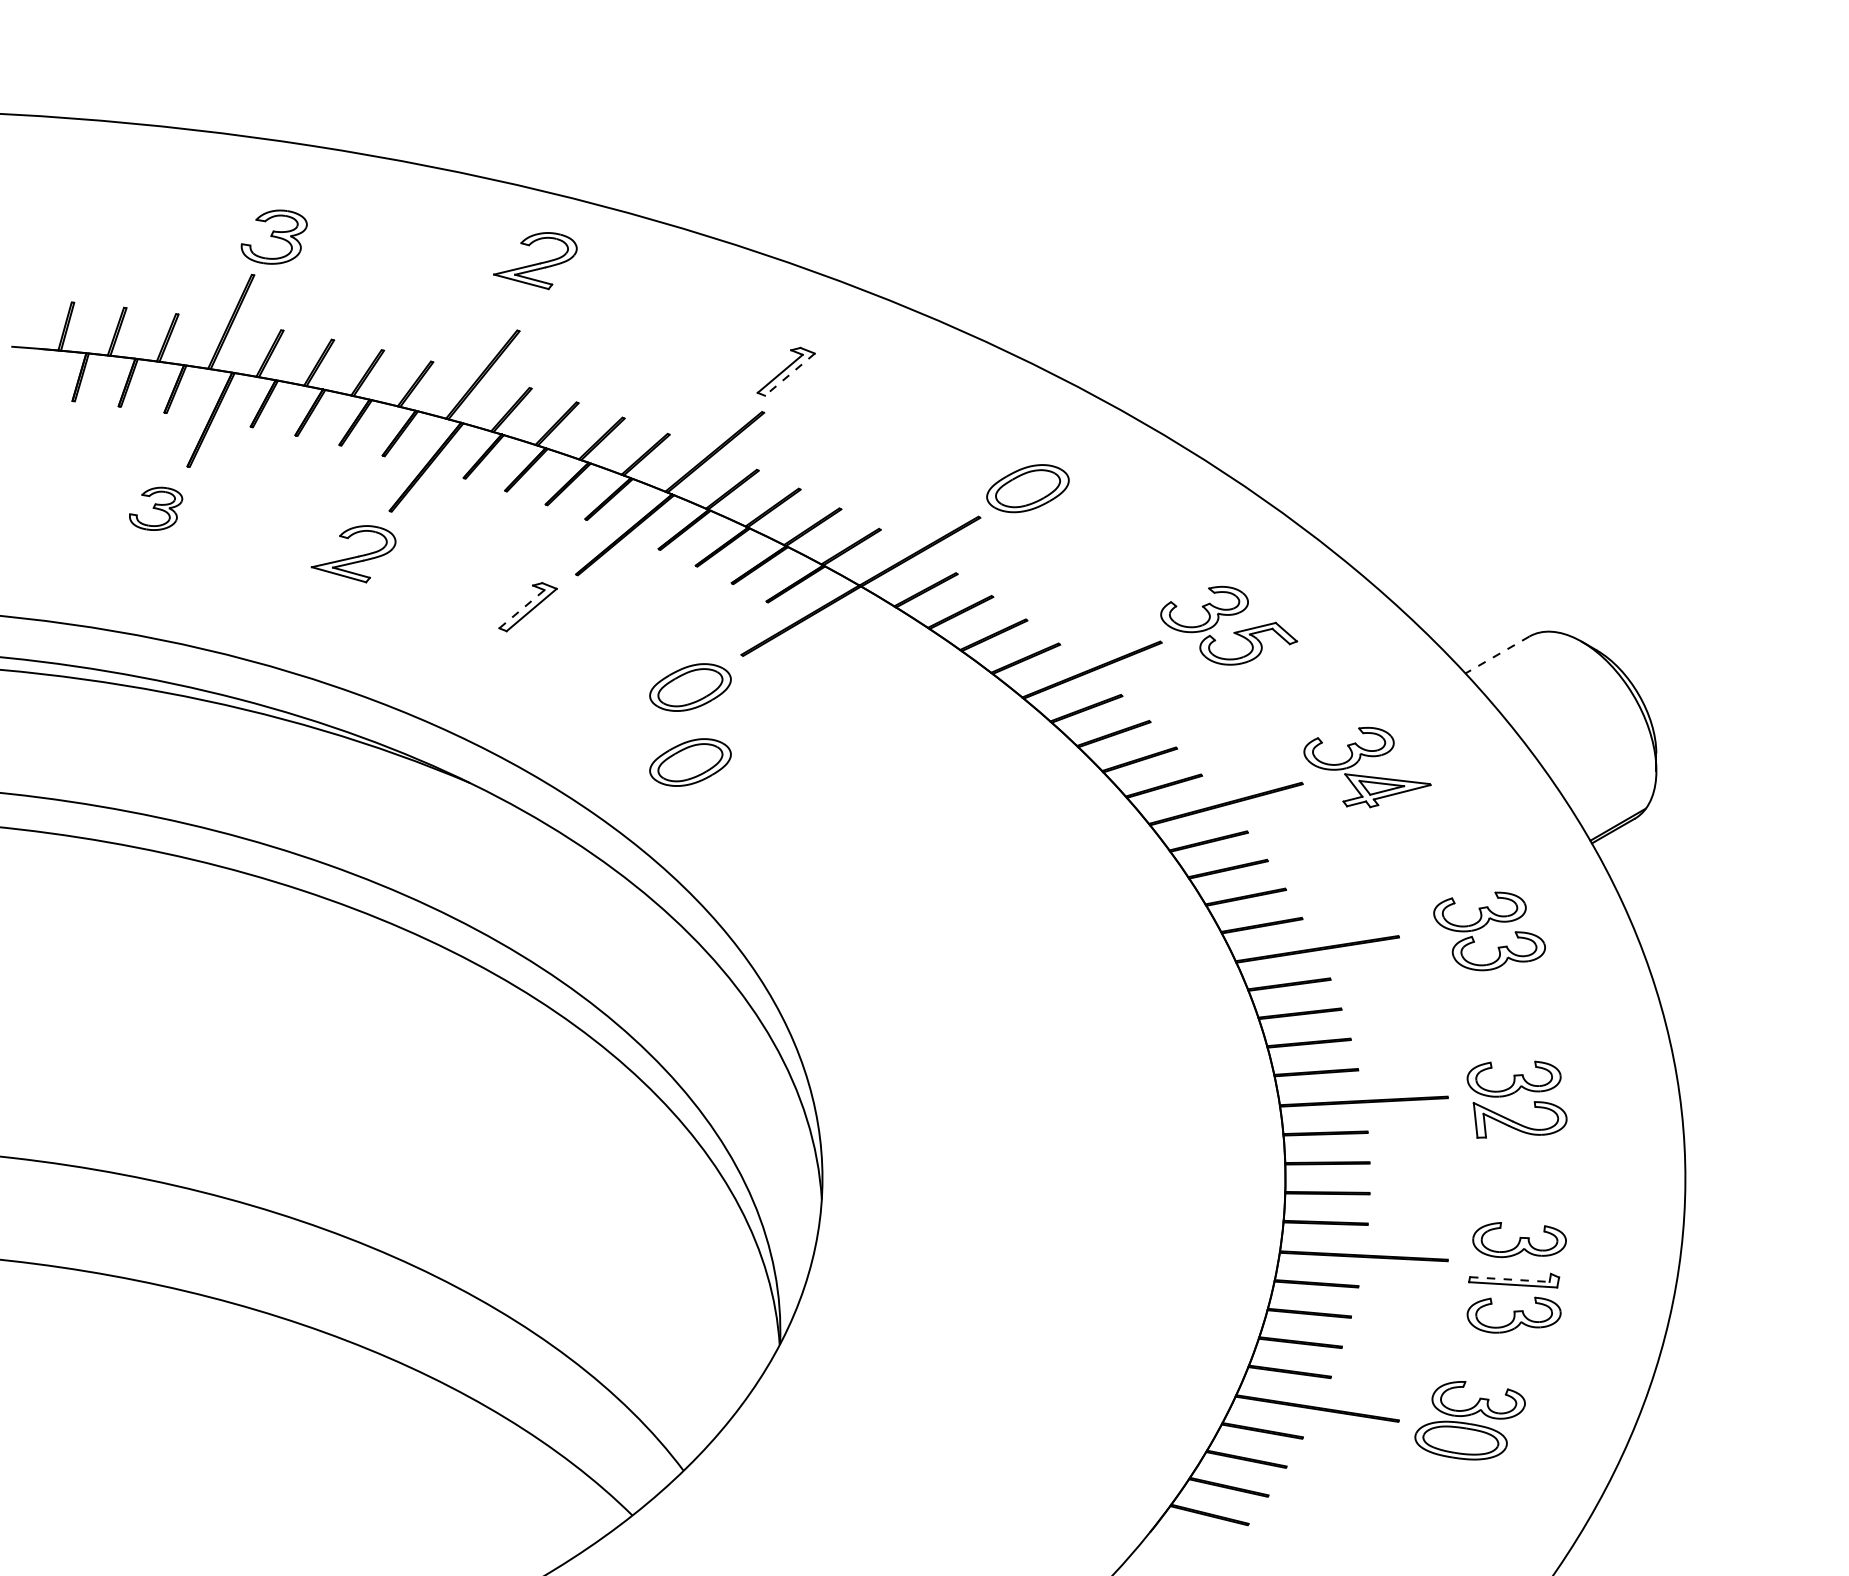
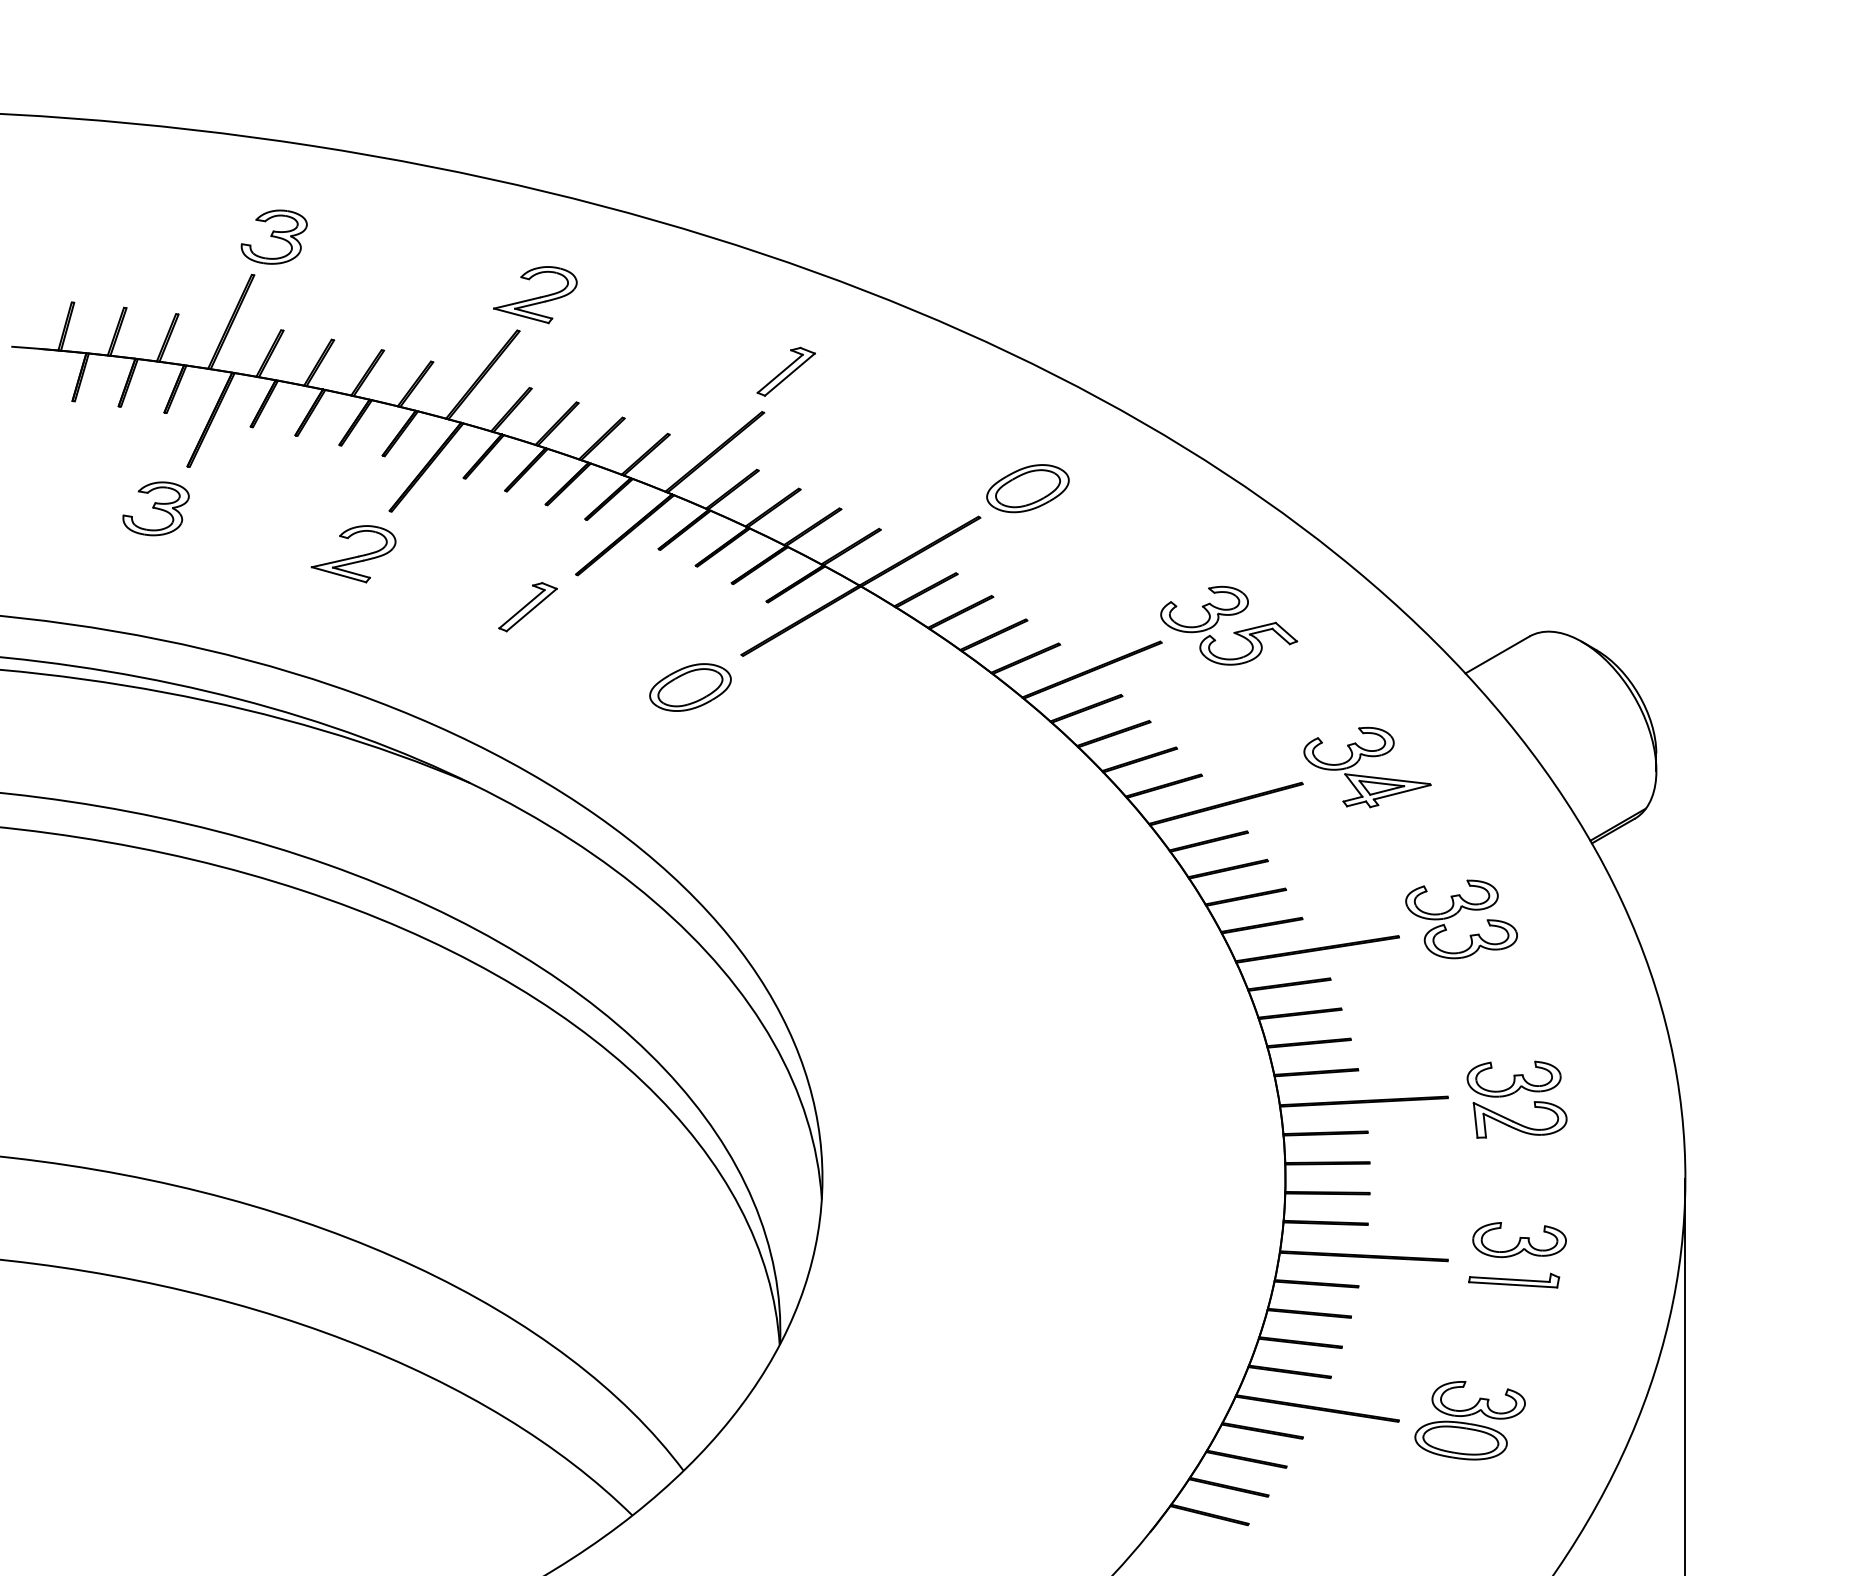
part at (535, 261) position: (535, 261) -> (535, 295)
line at (789, 374): dashed -> solid
part at (156, 508) size: 55x45 px -> 68x56 px
line at (521, 609): dashed -> solid
line at (1497, 655): dashed -> solid
part at (690, 762): present -> none
part at (1486, 925) position: (1486, 925) -> (1458, 913)
line at (1509, 1279): dashed -> solid
part at (1513, 1314): present -> none
line at (1685, 1375): none -> present
